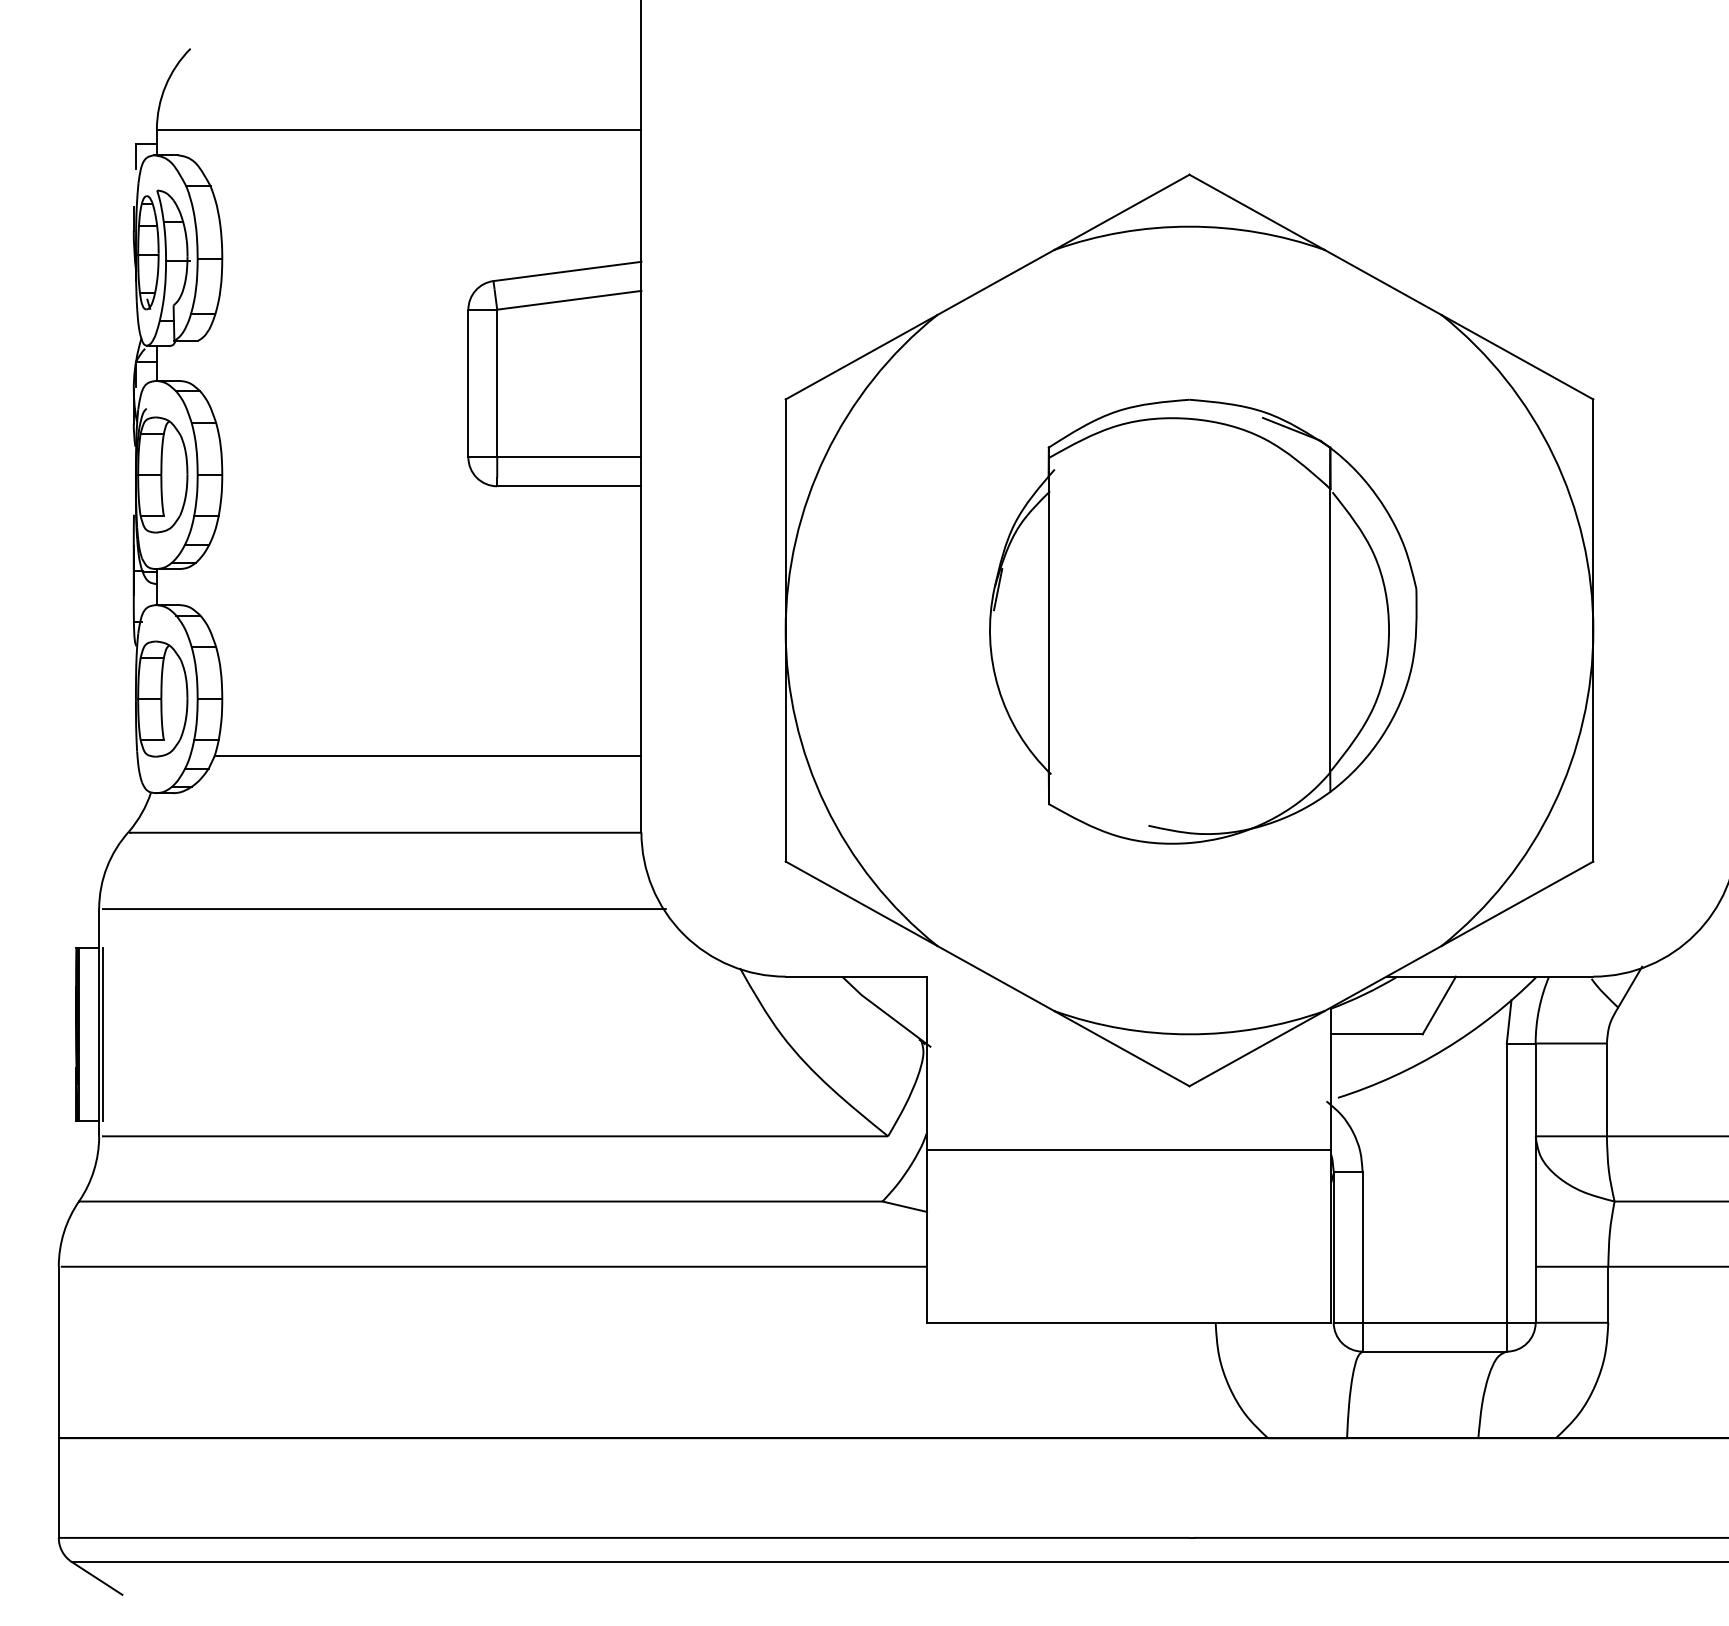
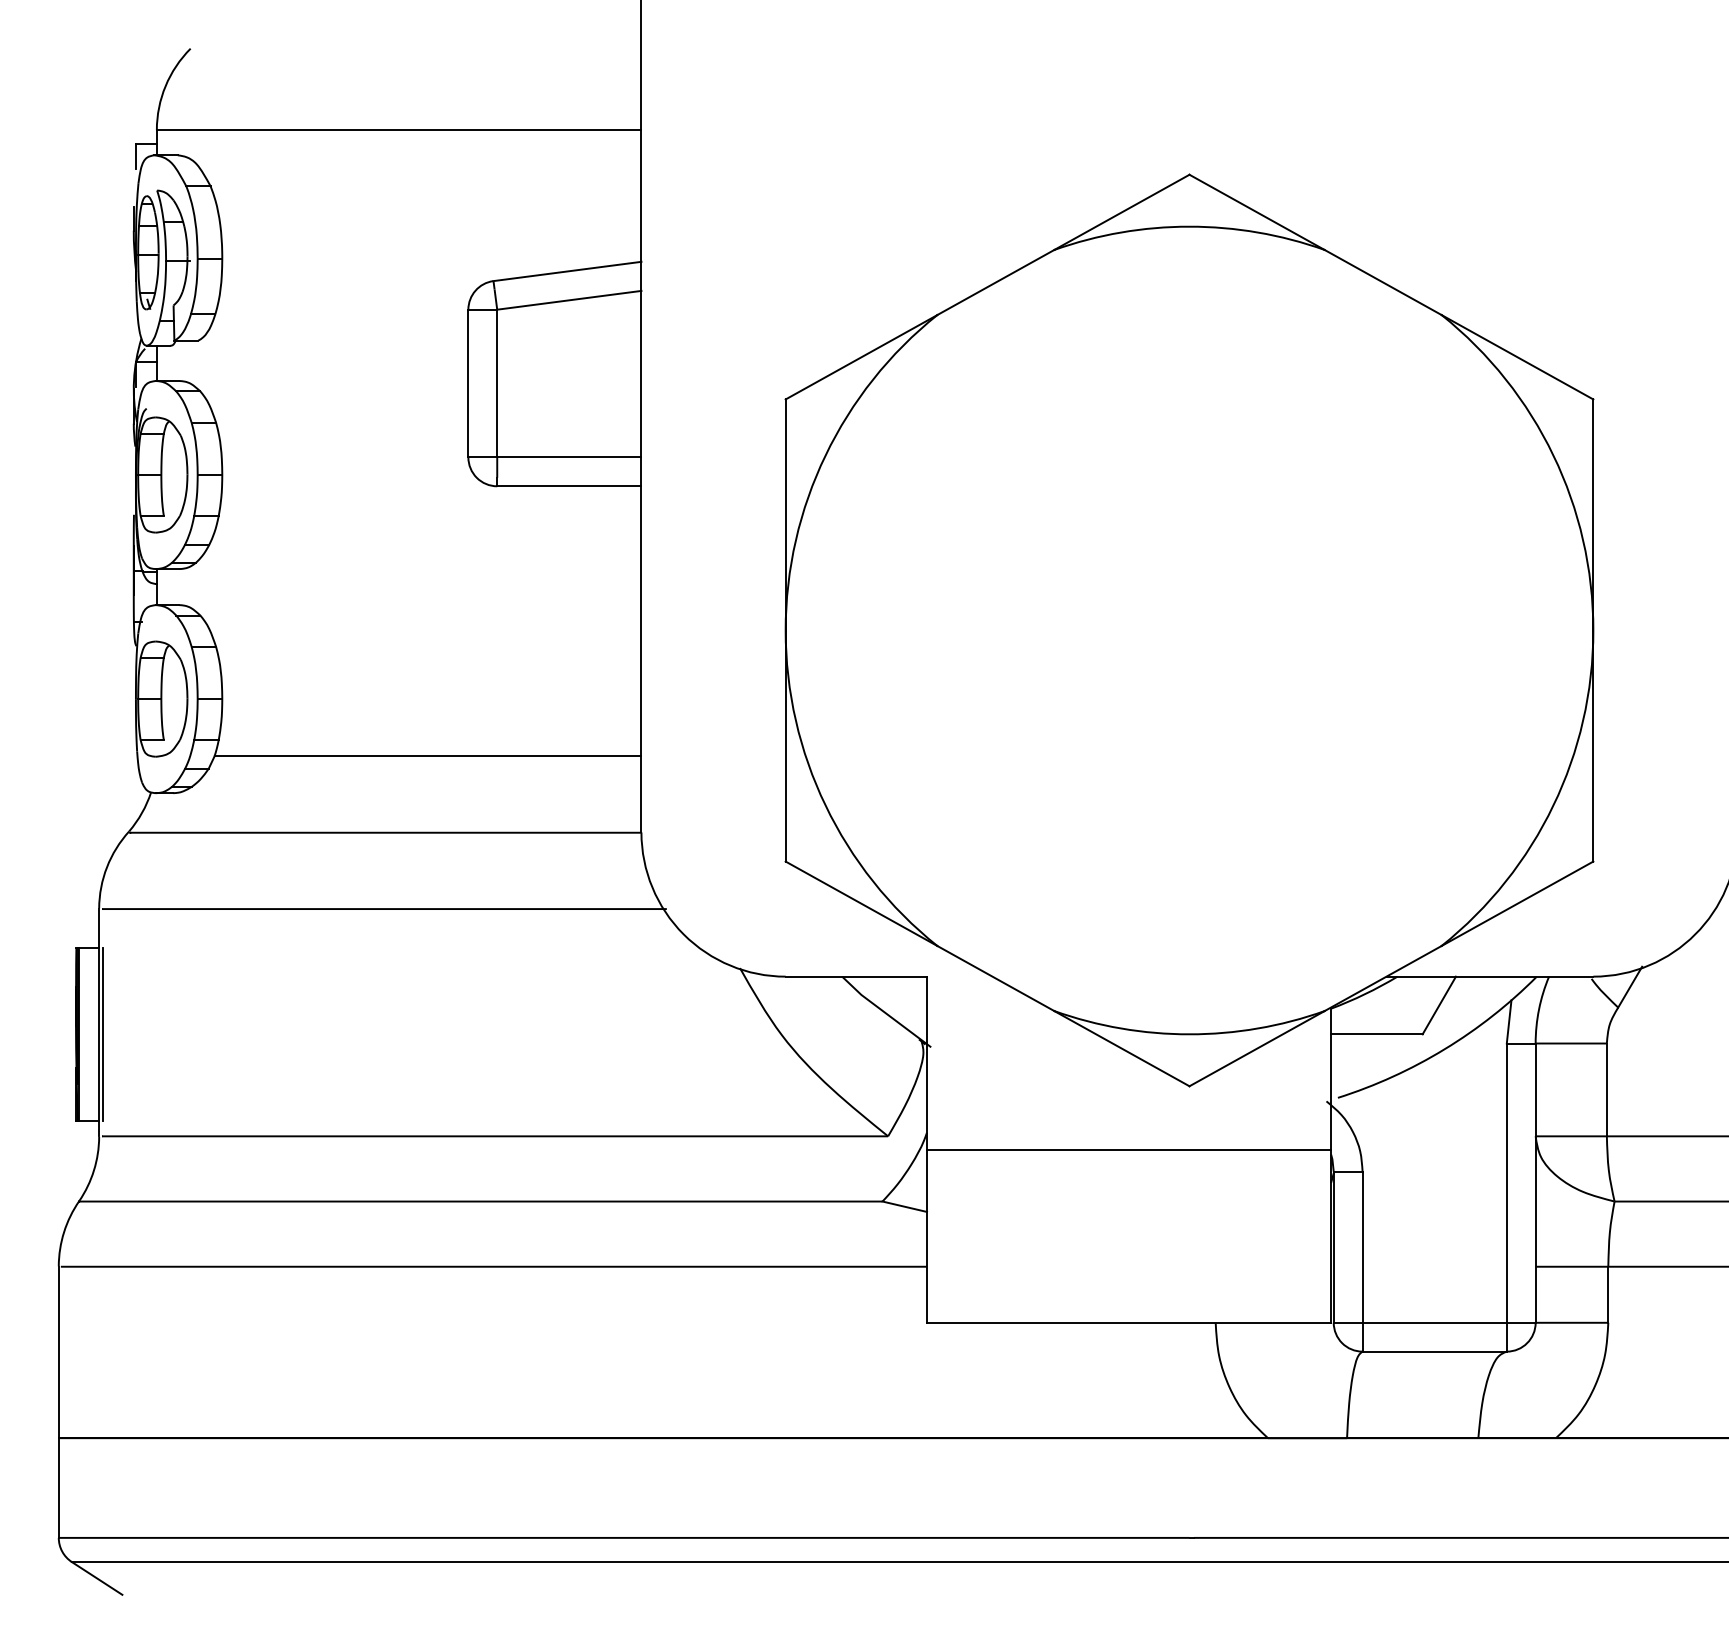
part at (1203, 621): present -> none
